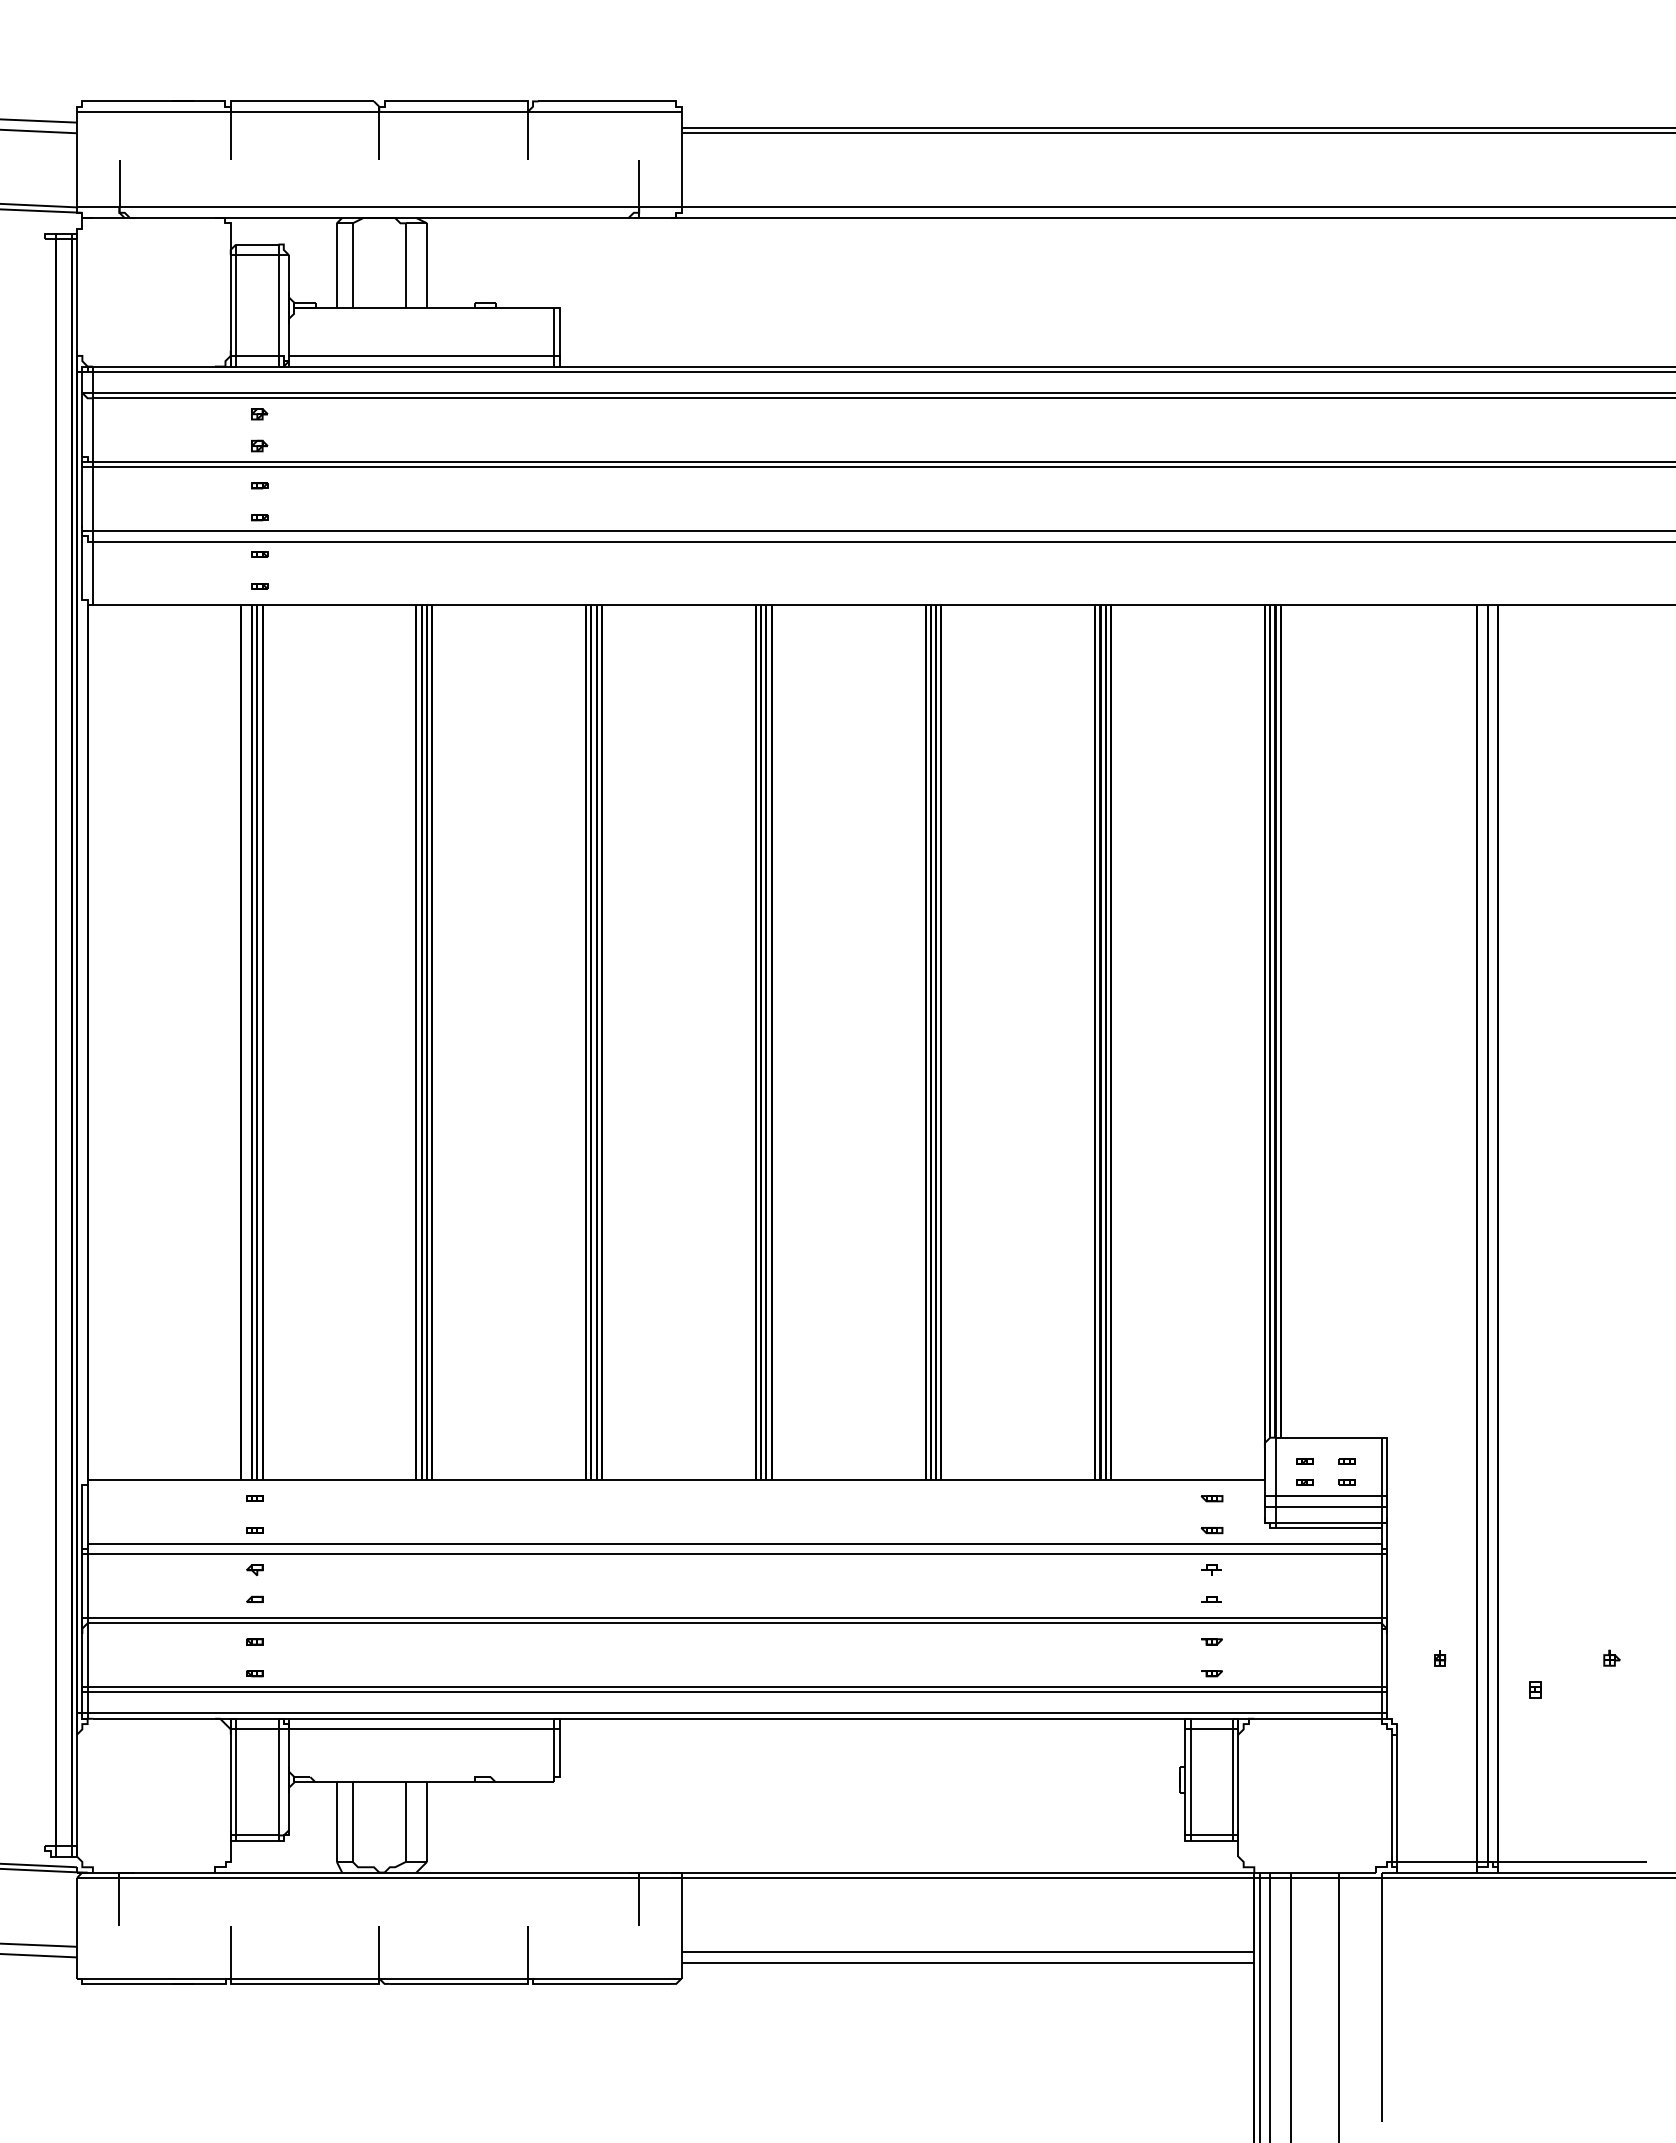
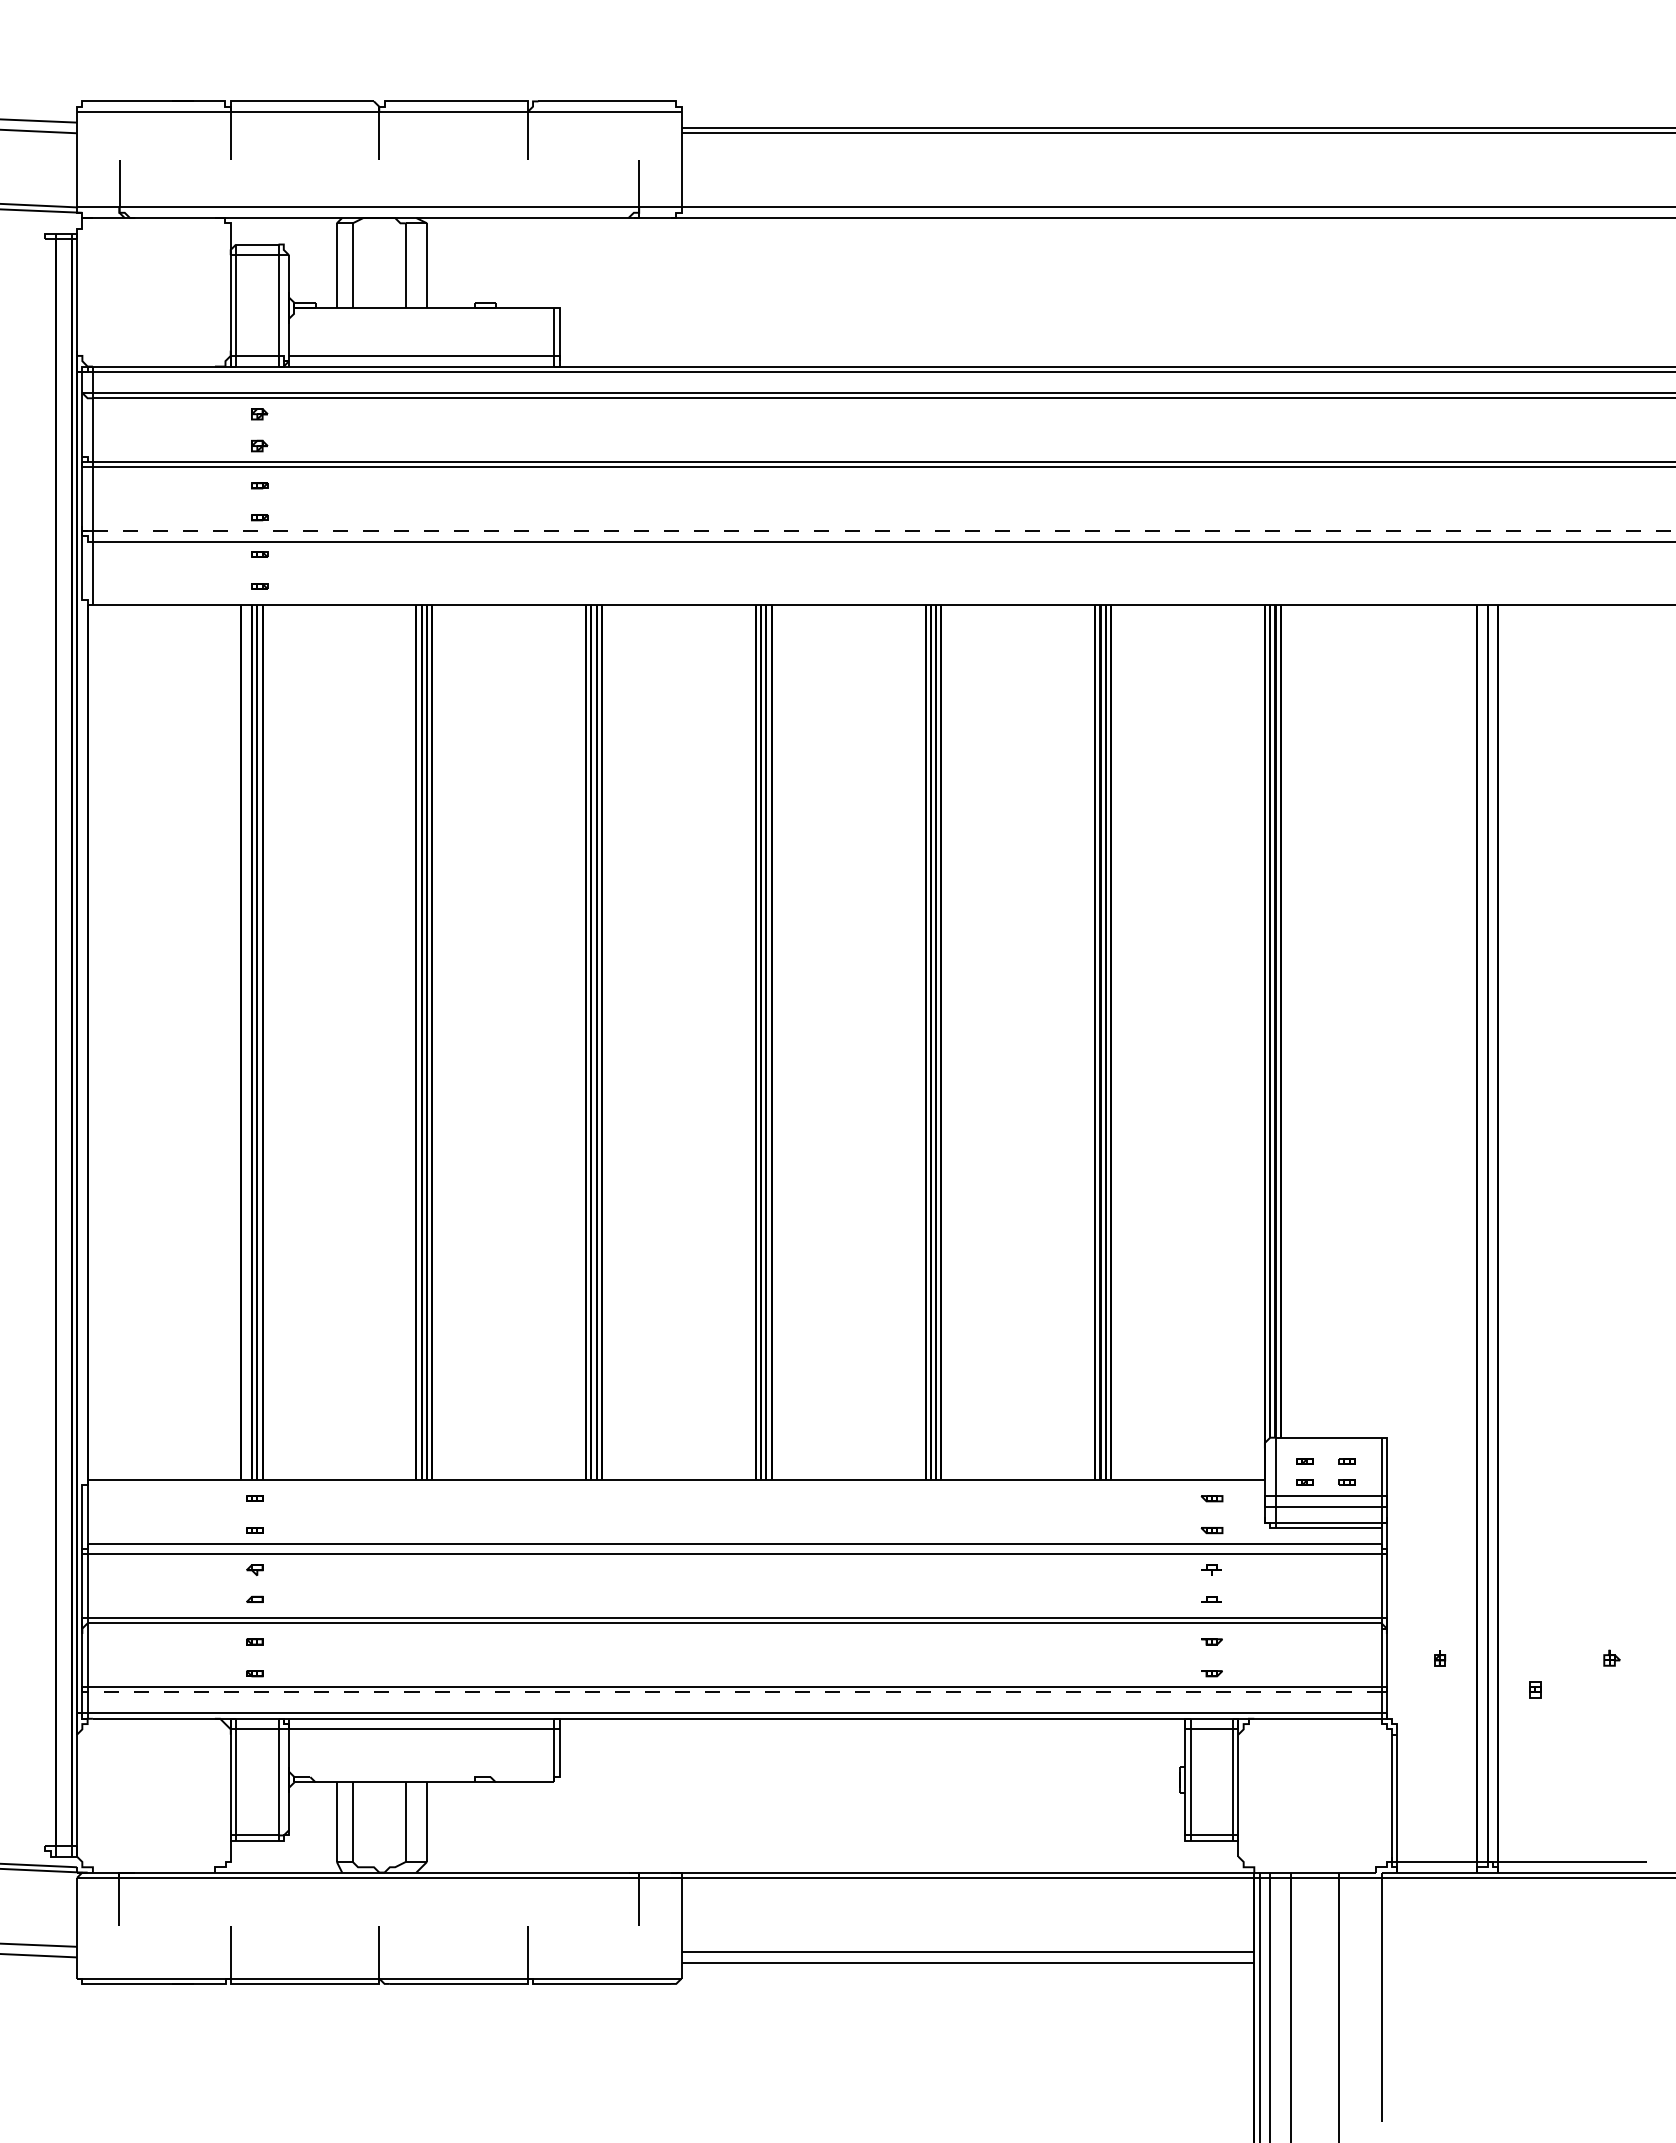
line at (884, 530): solid -> dashed
line at (734, 1692): solid -> dashed
